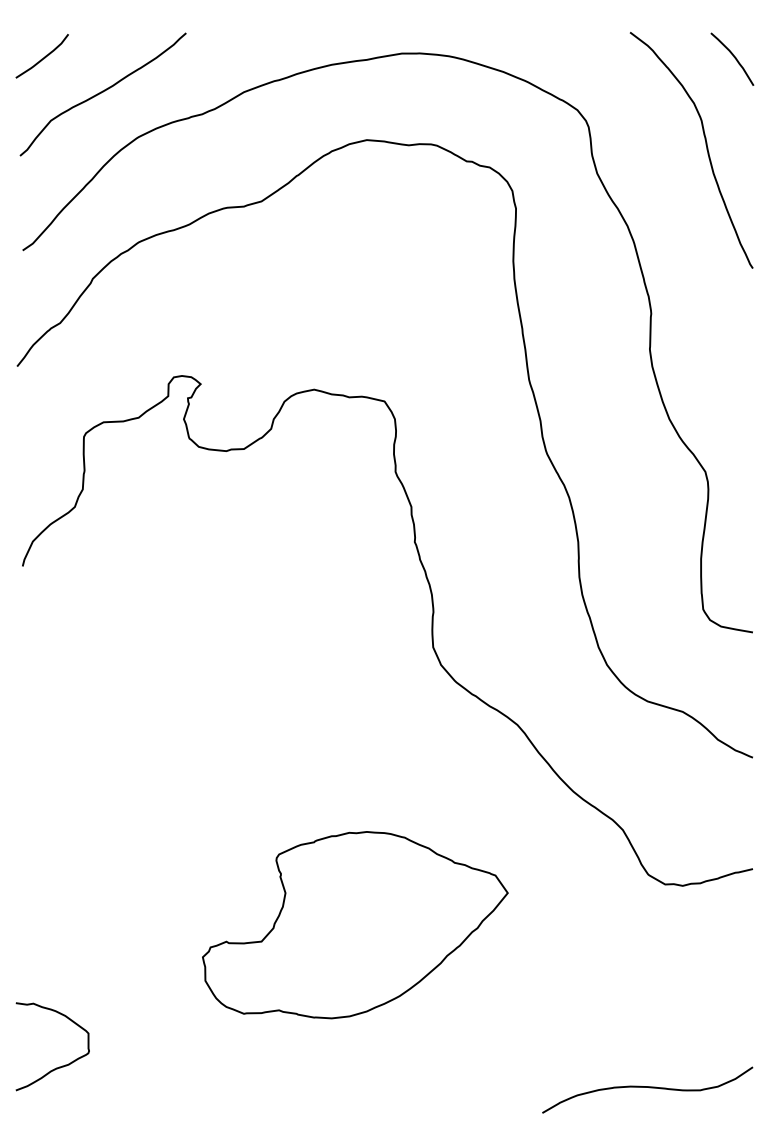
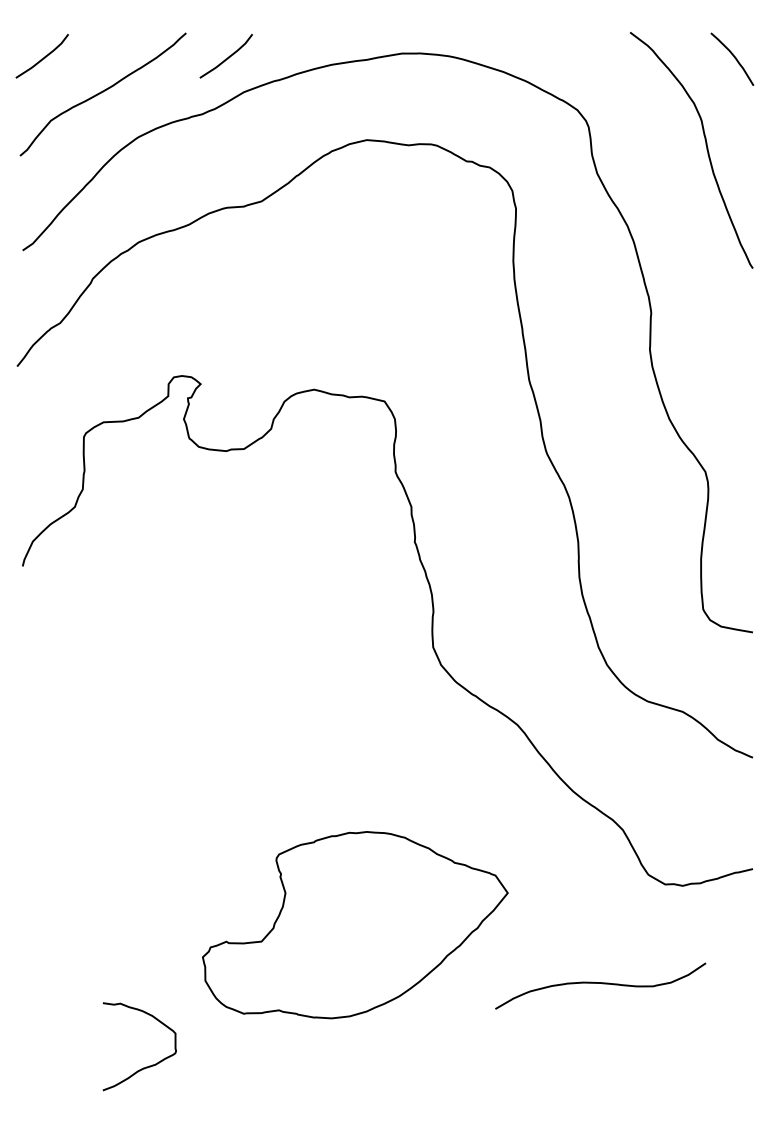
curve at (225, 58): none -> present
curve at (59, 1066) position: (59, 1066) -> (146, 1066)
curve at (647, 1087) position: (647, 1087) -> (600, 983)
